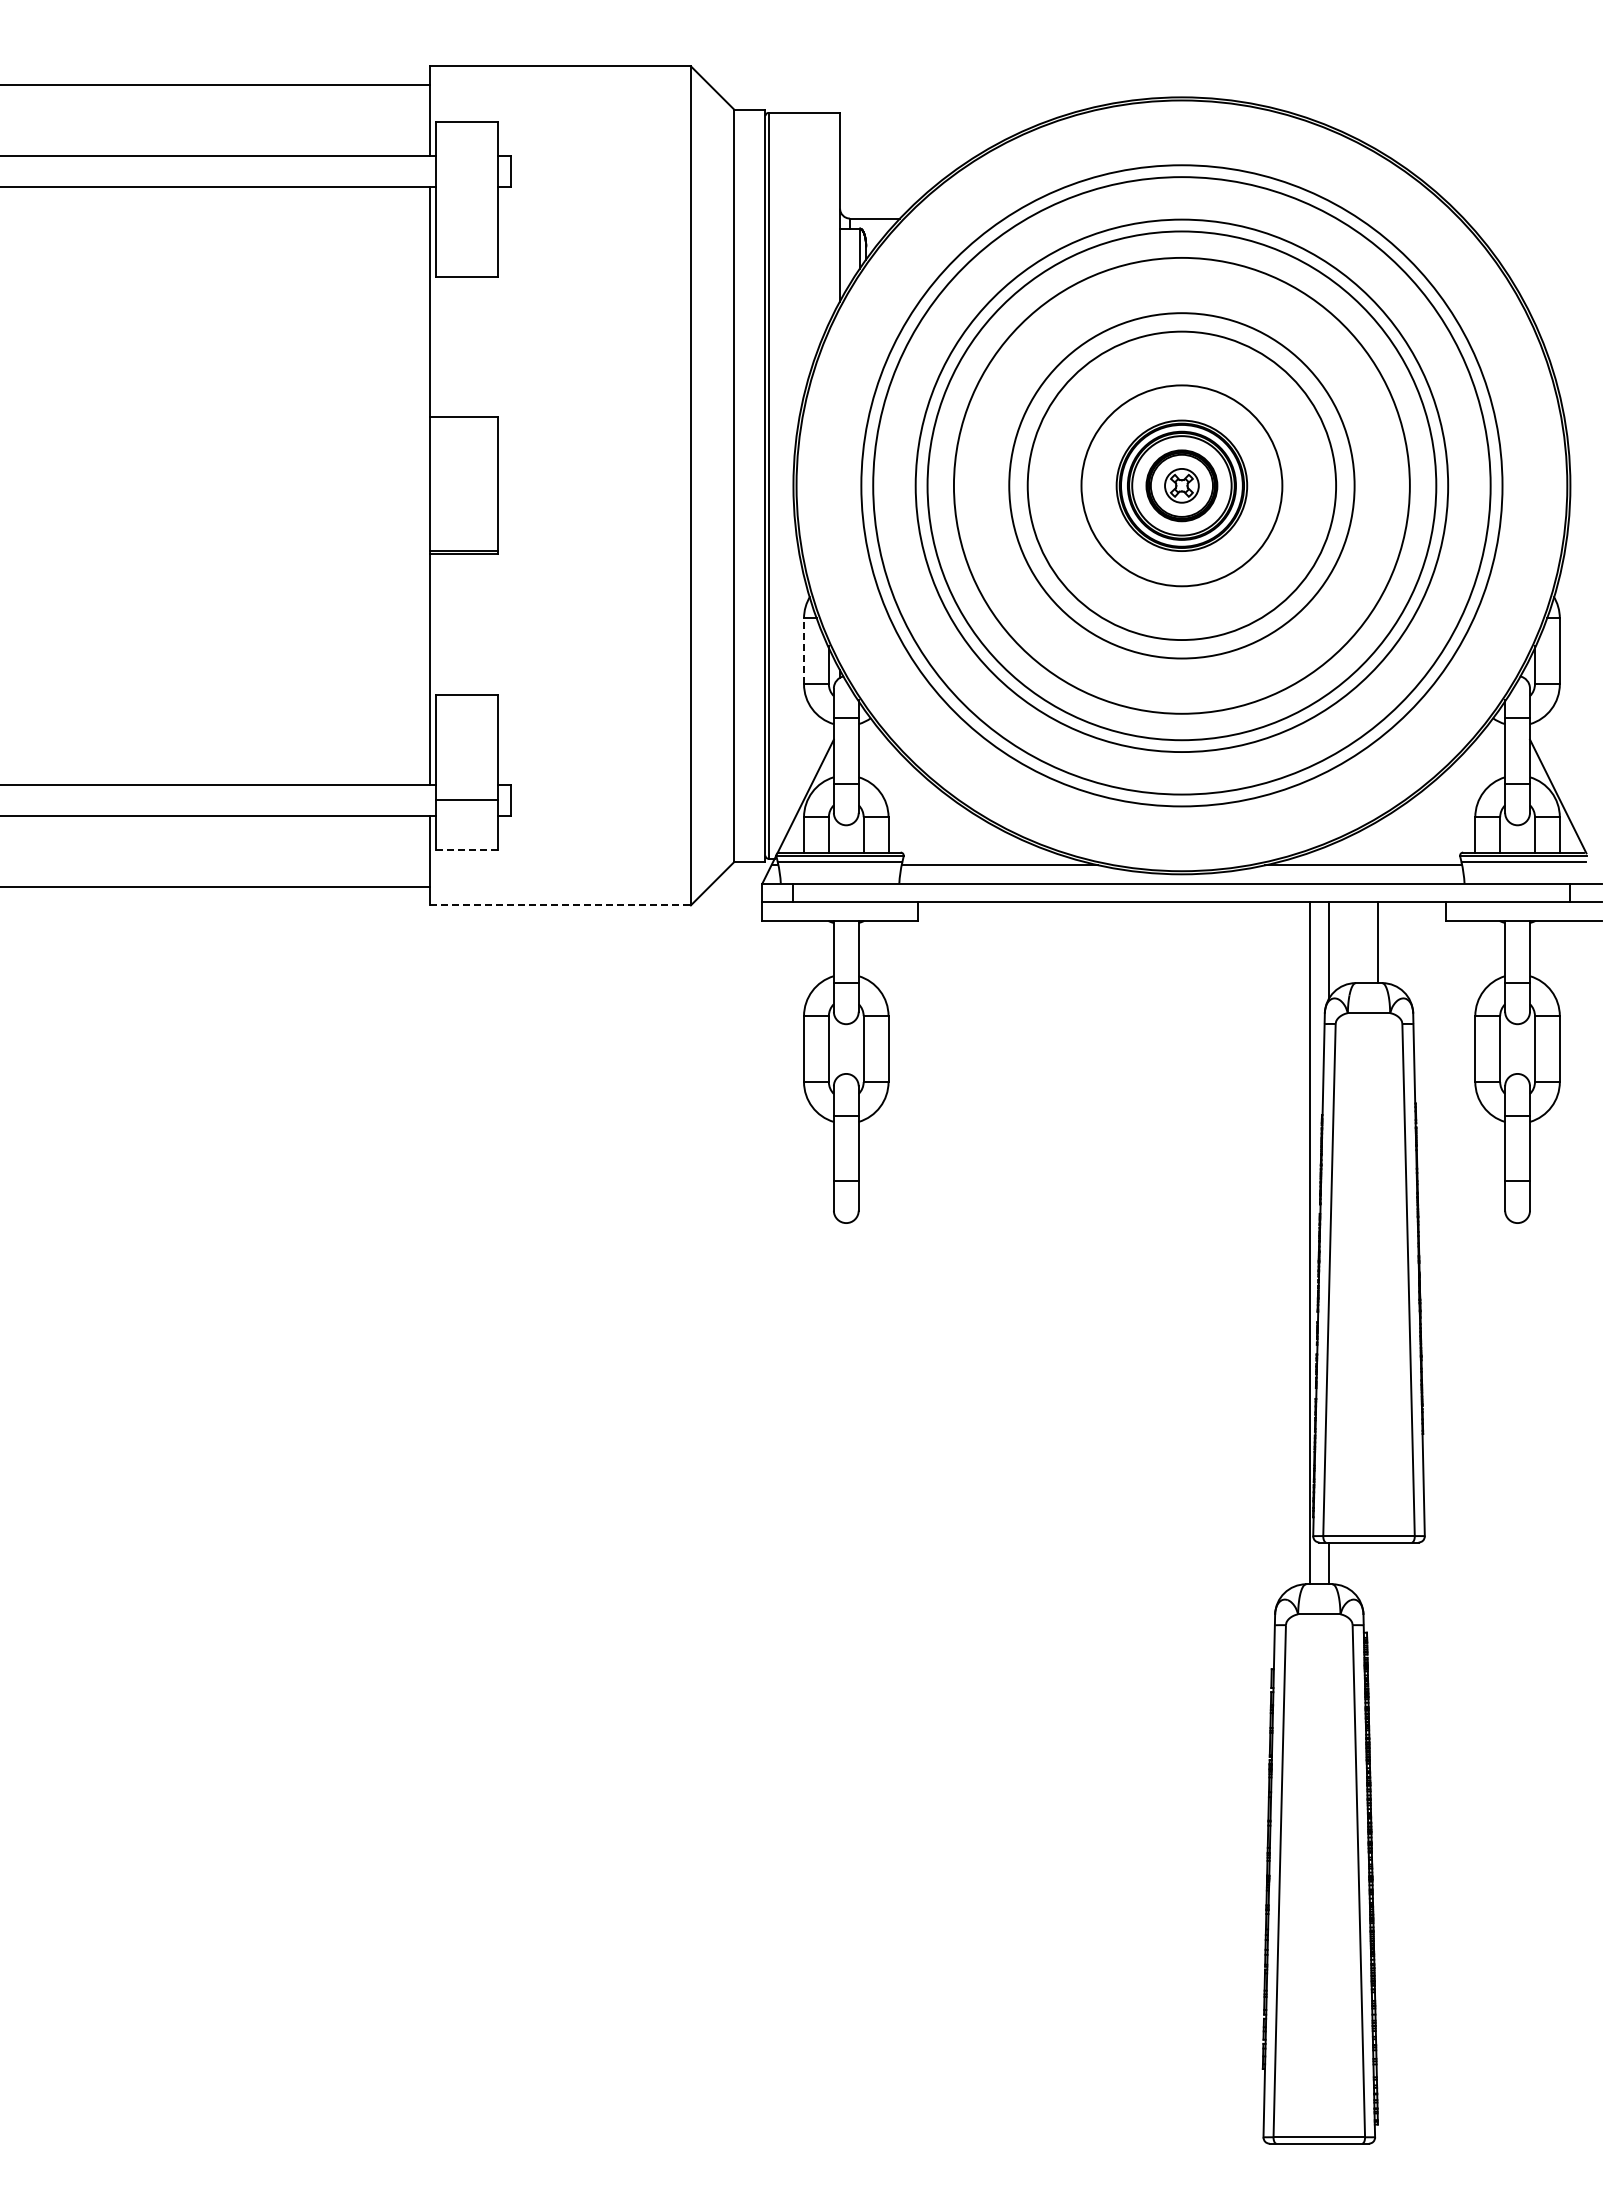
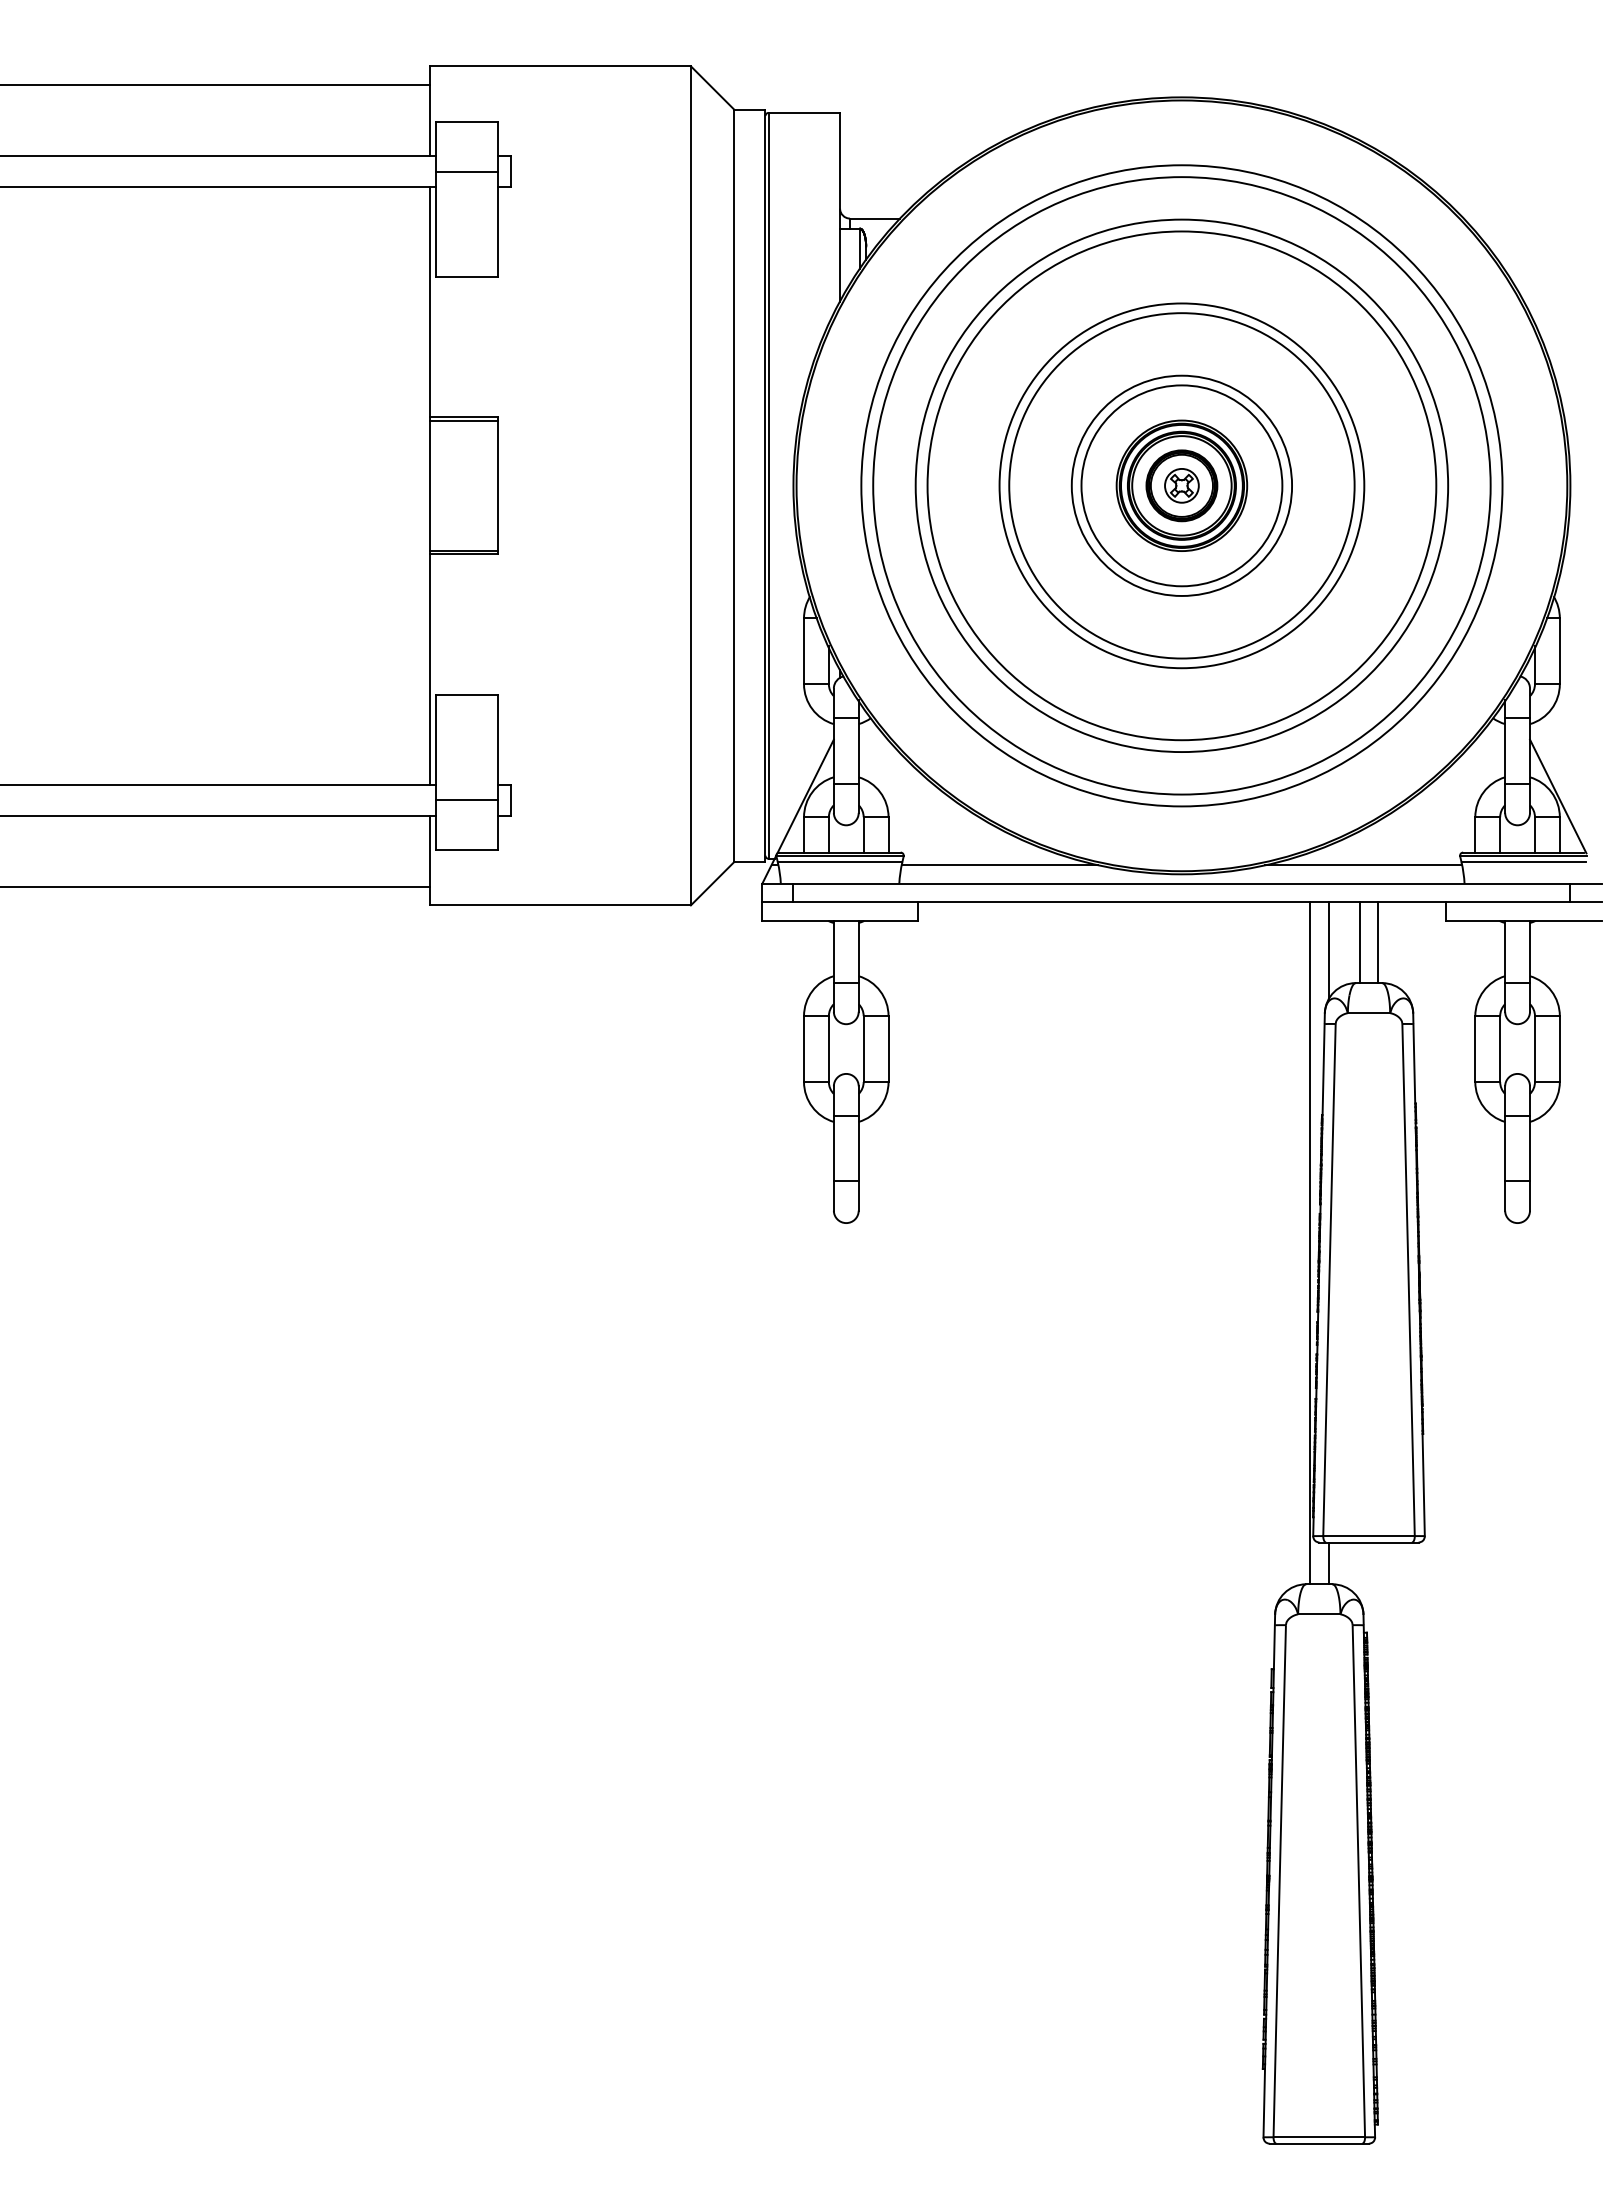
line at (467, 171): none -> present
line at (463, 420): none -> present
circle at (1181, 485) diameter: 308 px -> 220 px
circle at (1181, 485) diameter: 456 px -> 365 px
line at (804, 651): dashed -> solid
line at (466, 849): dashed -> solid
line at (560, 905): dashed -> solid
line at (1359, 942): none -> present
